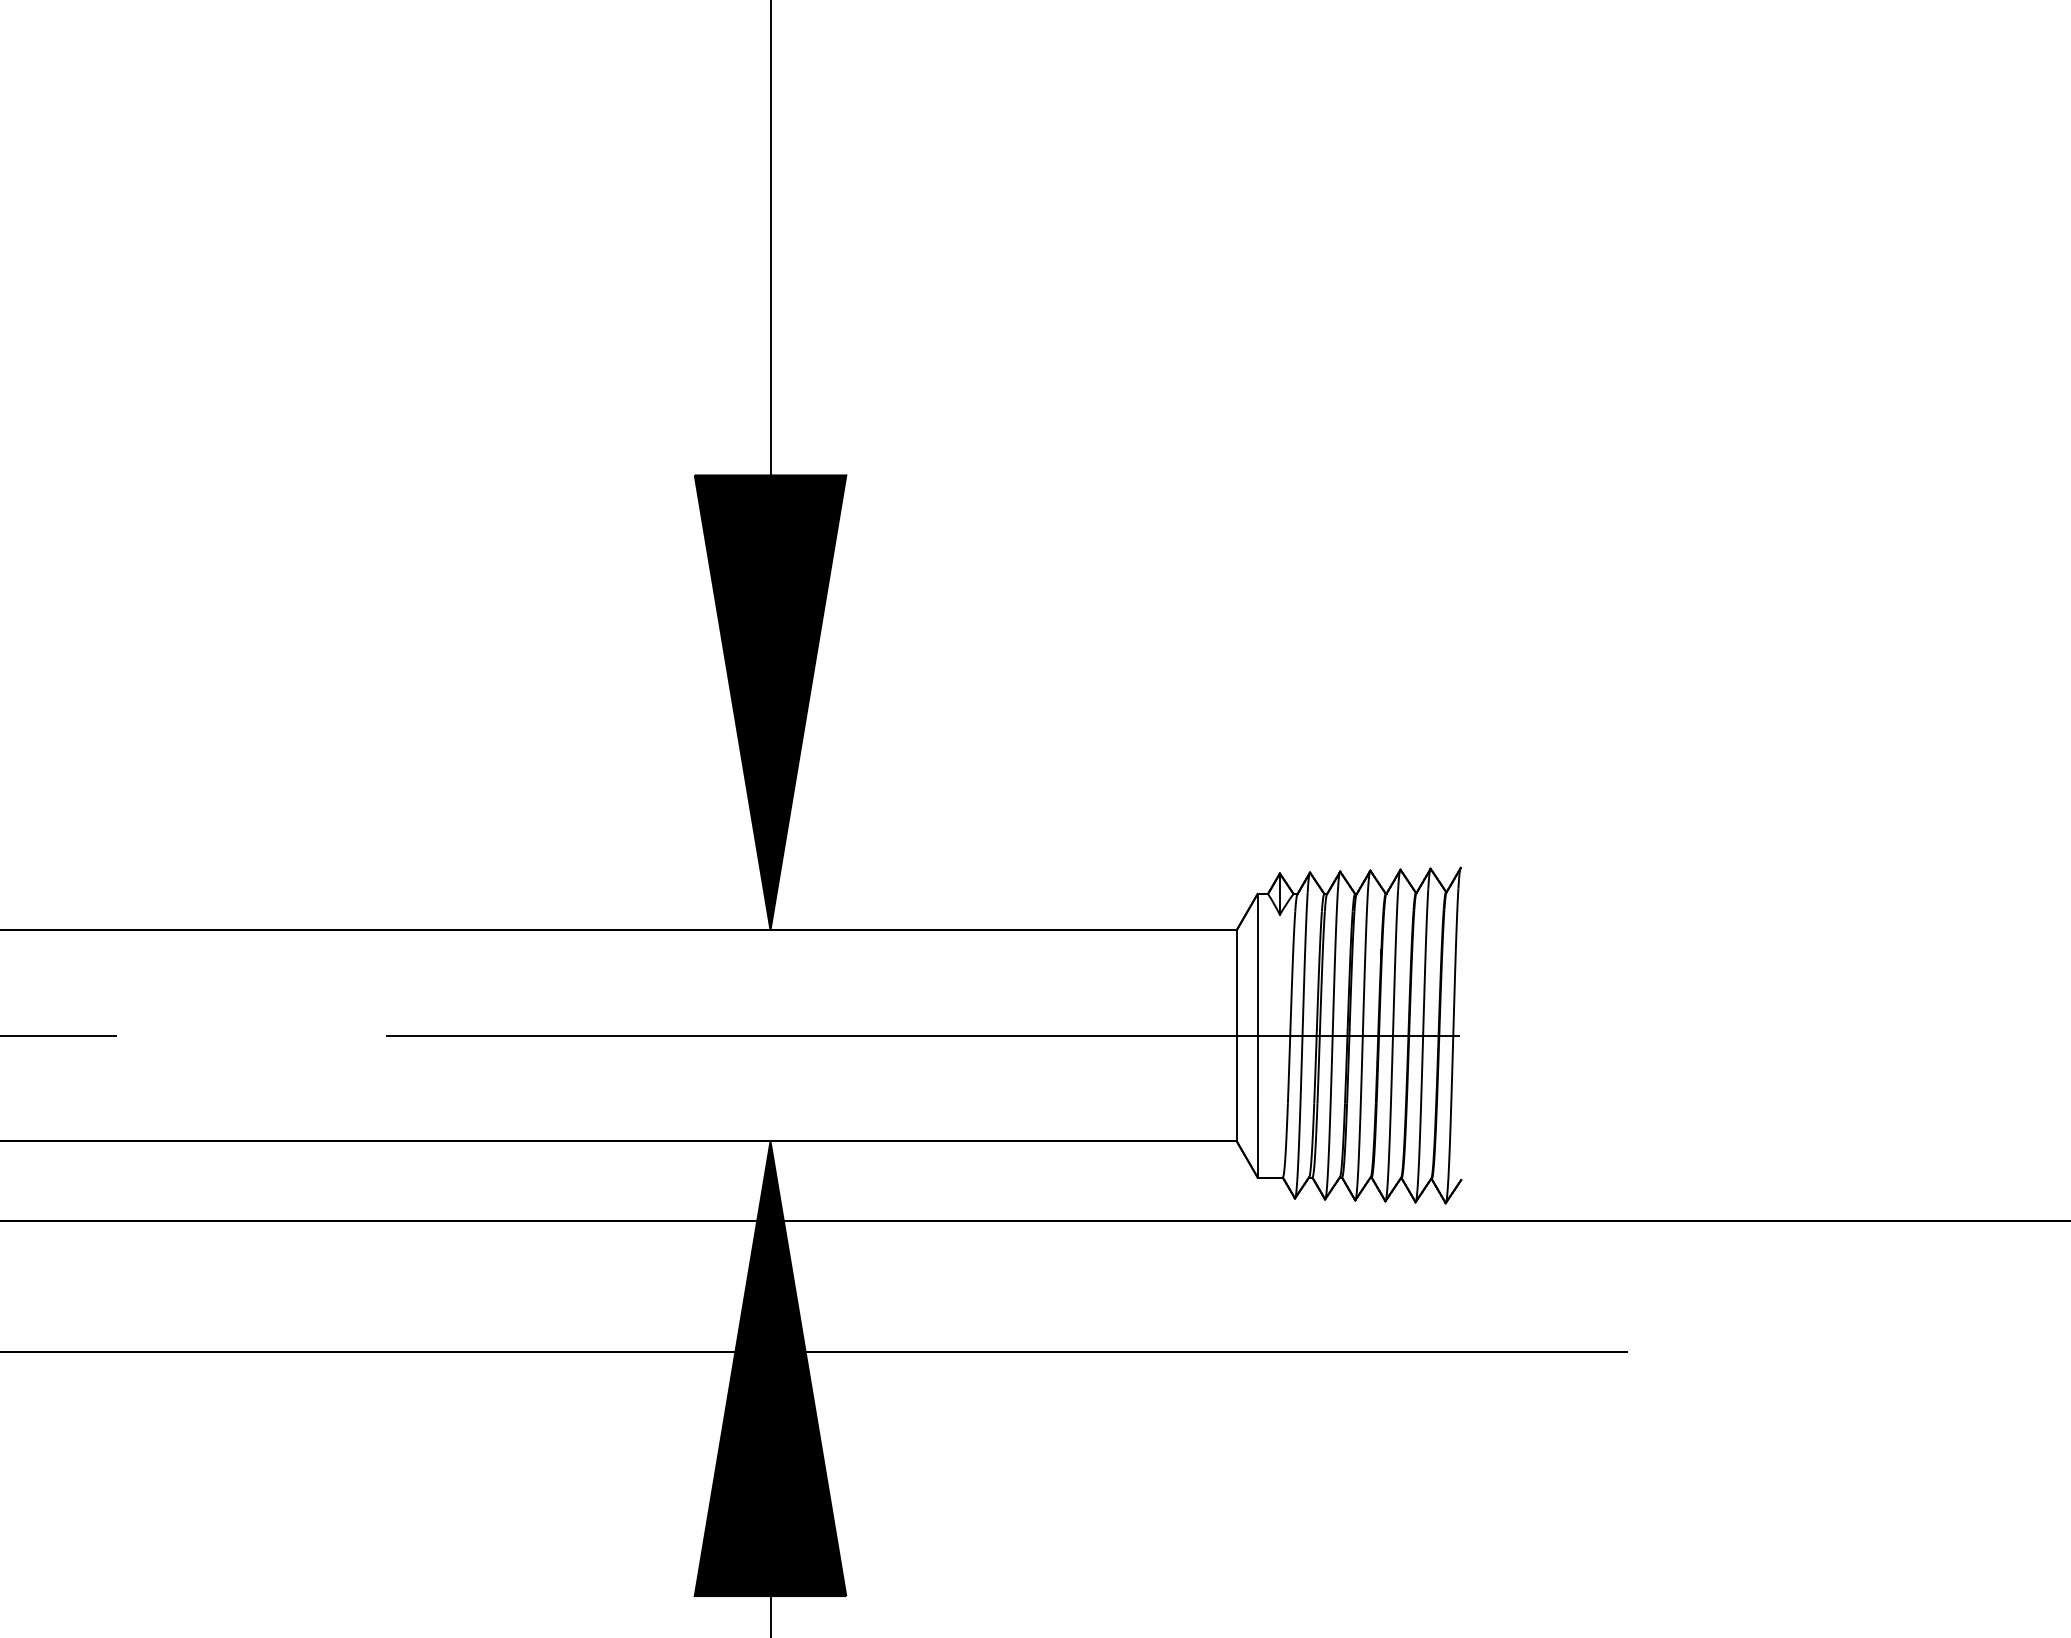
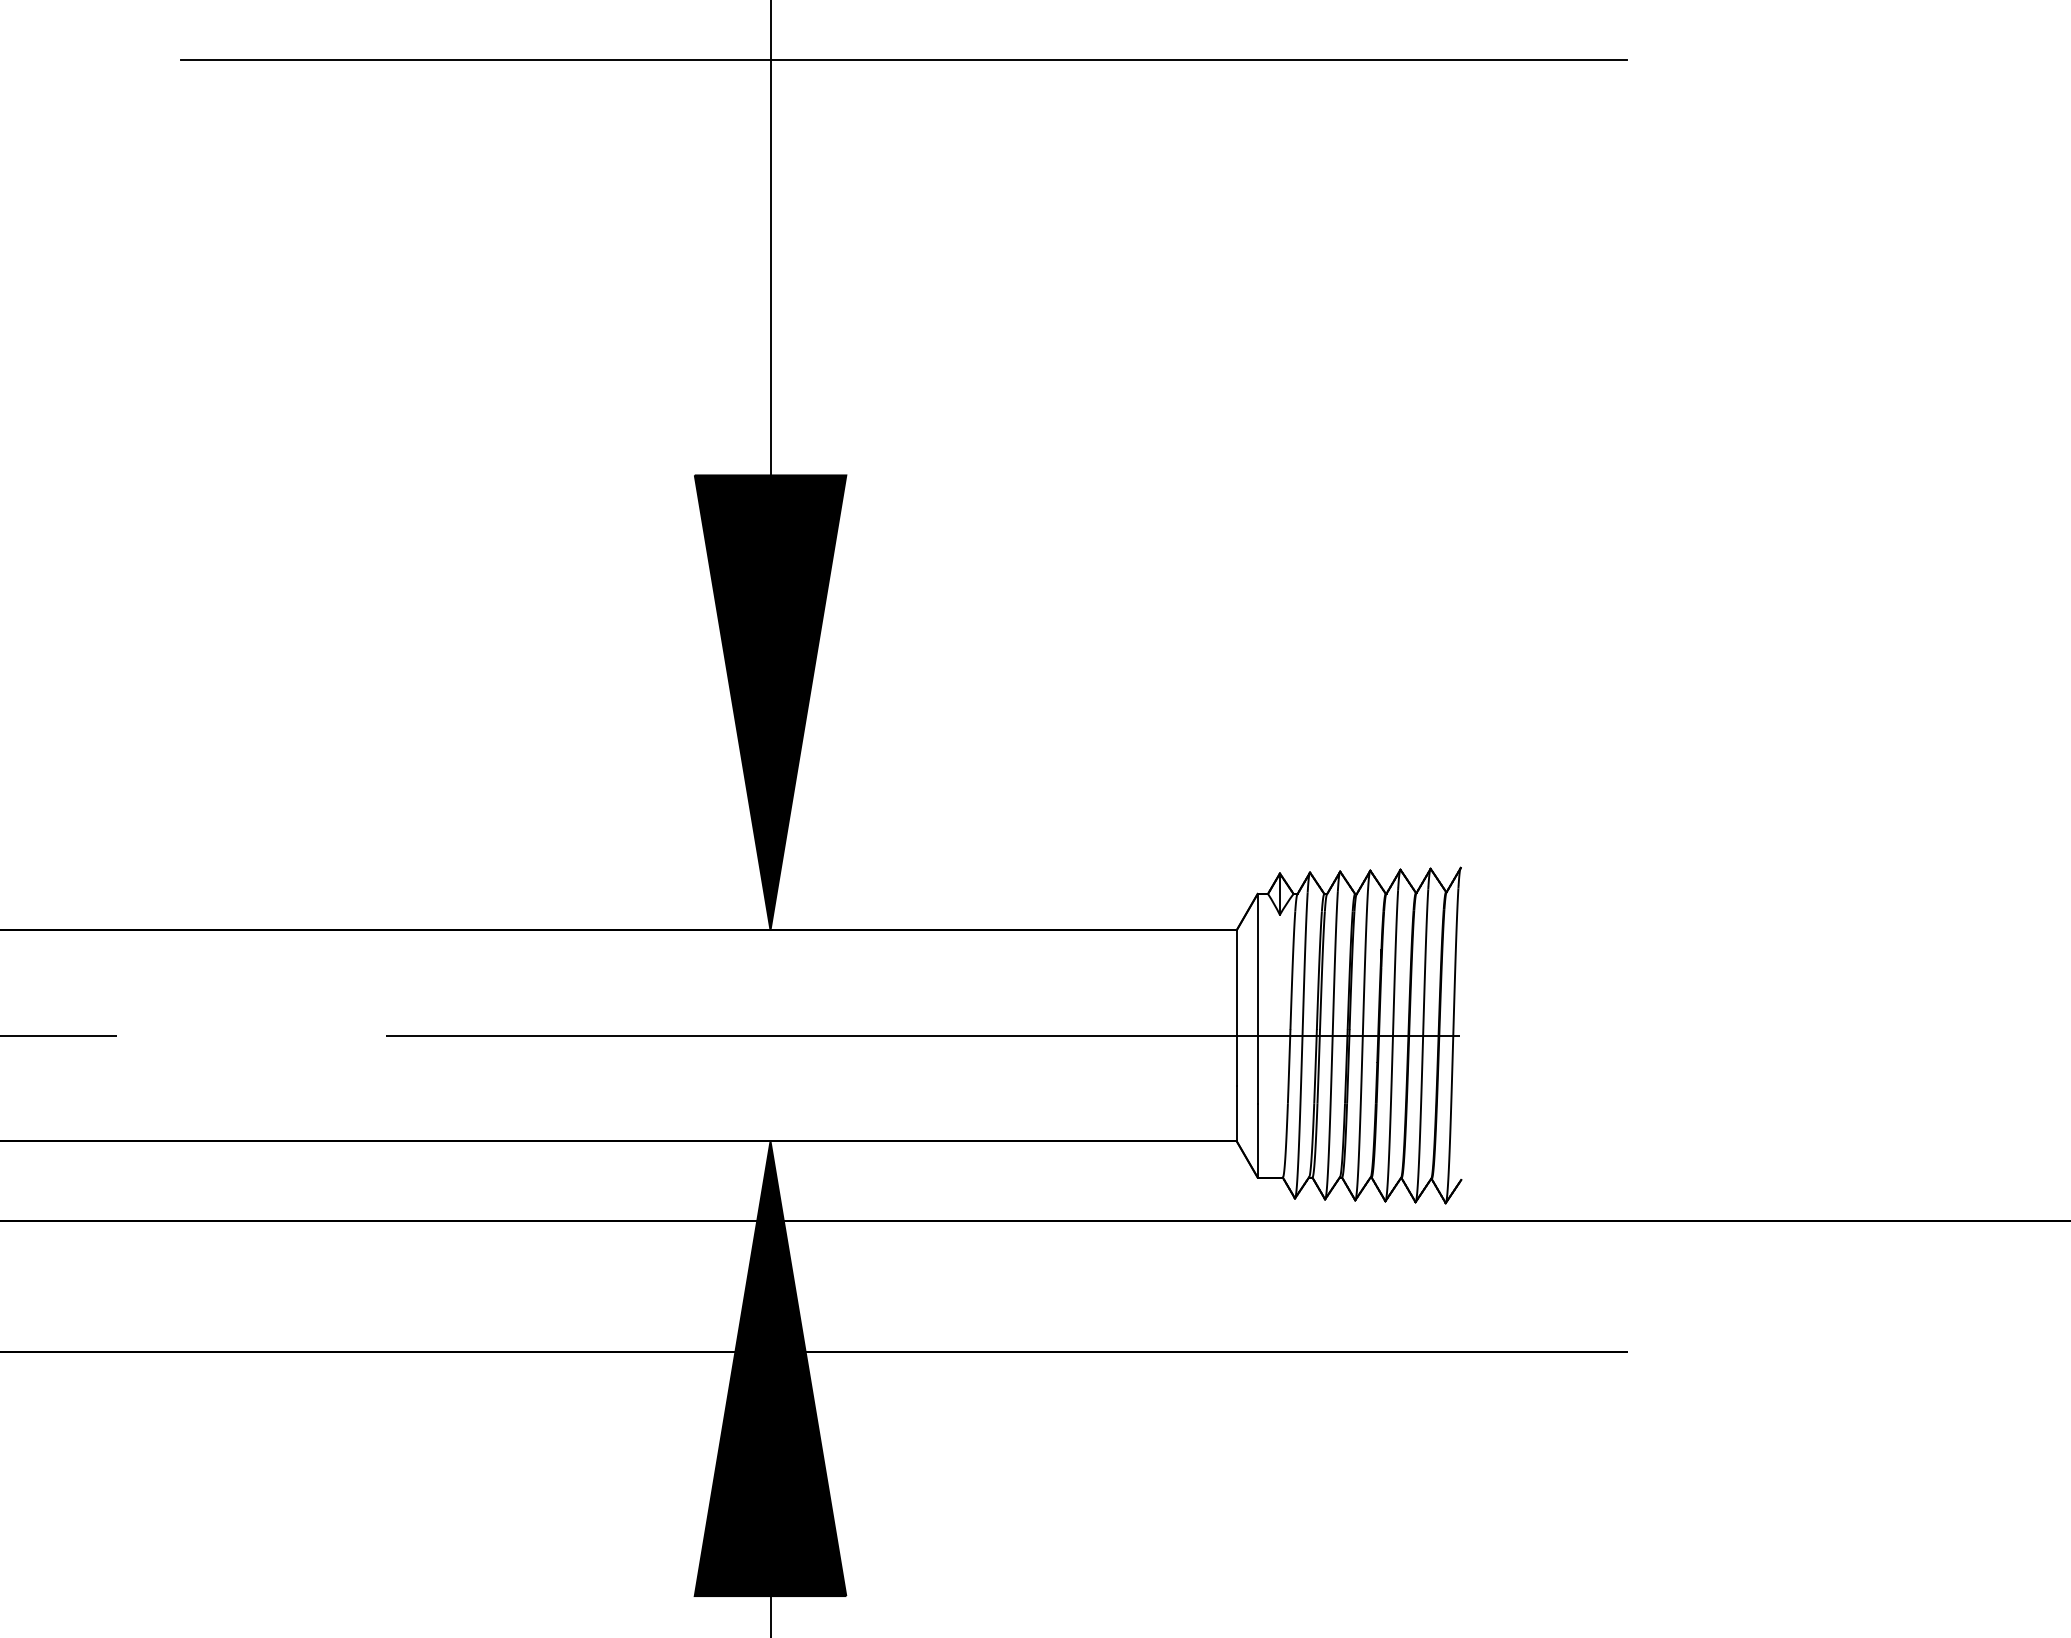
line at (903, 59): none -> present
